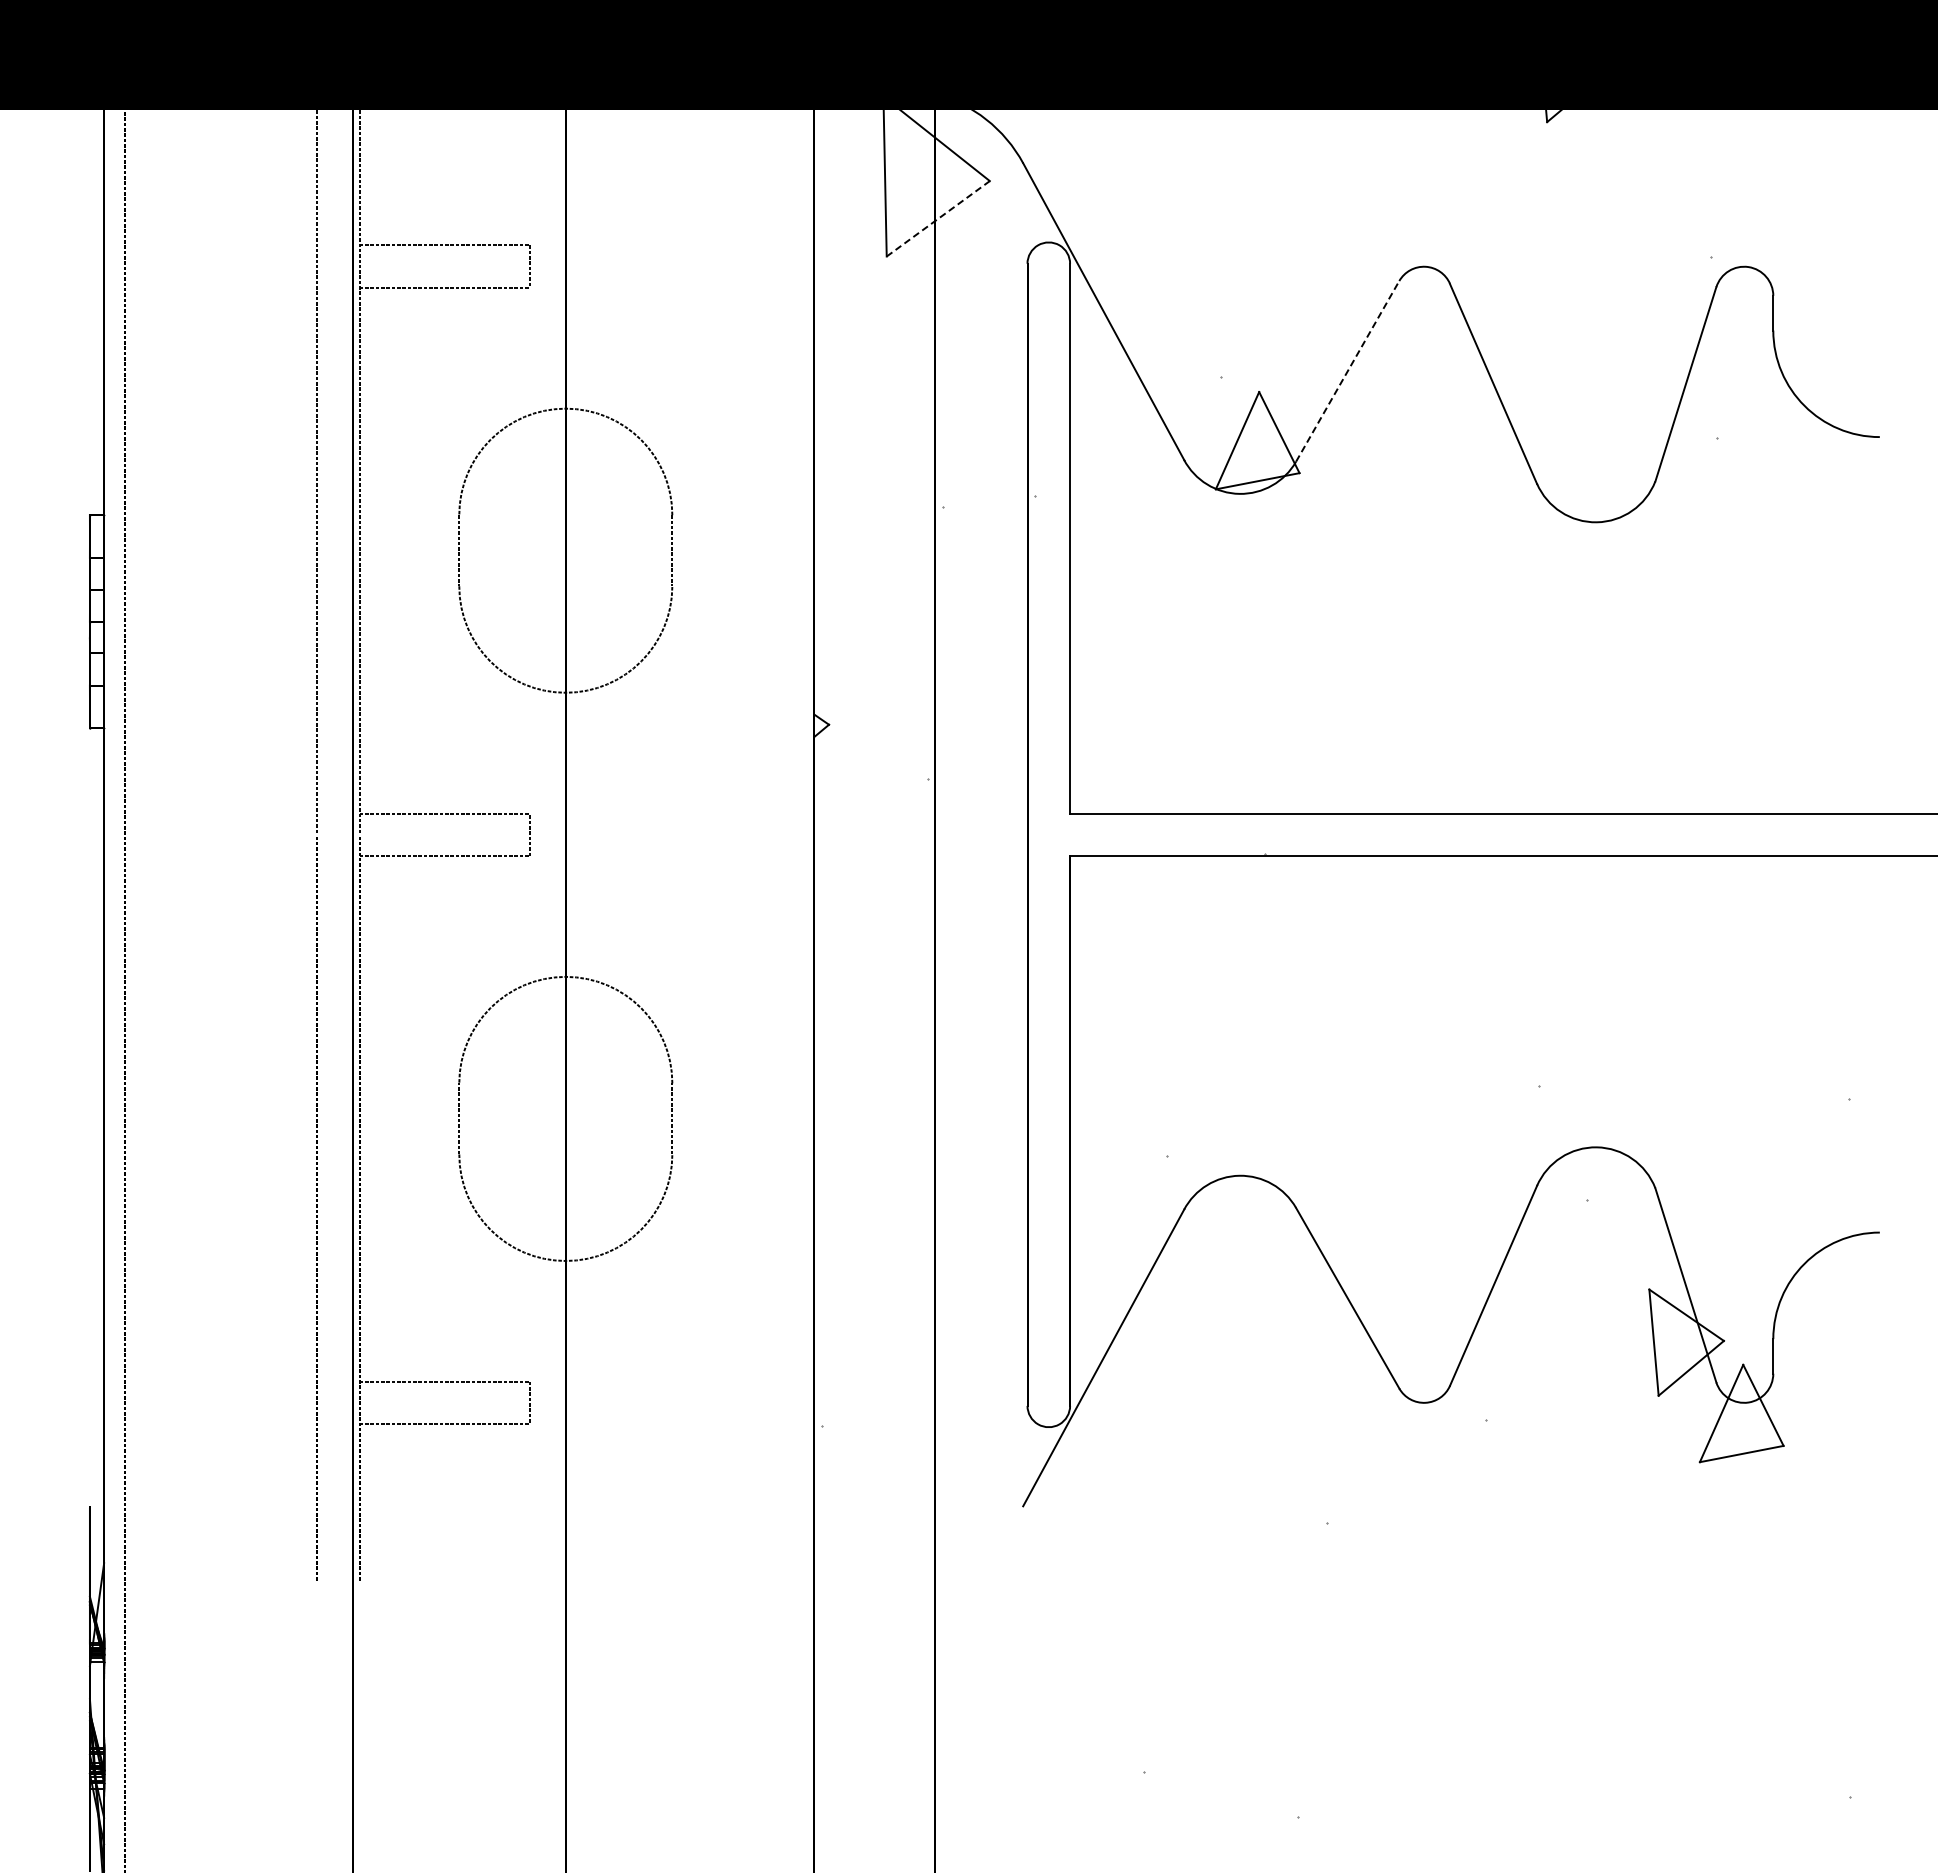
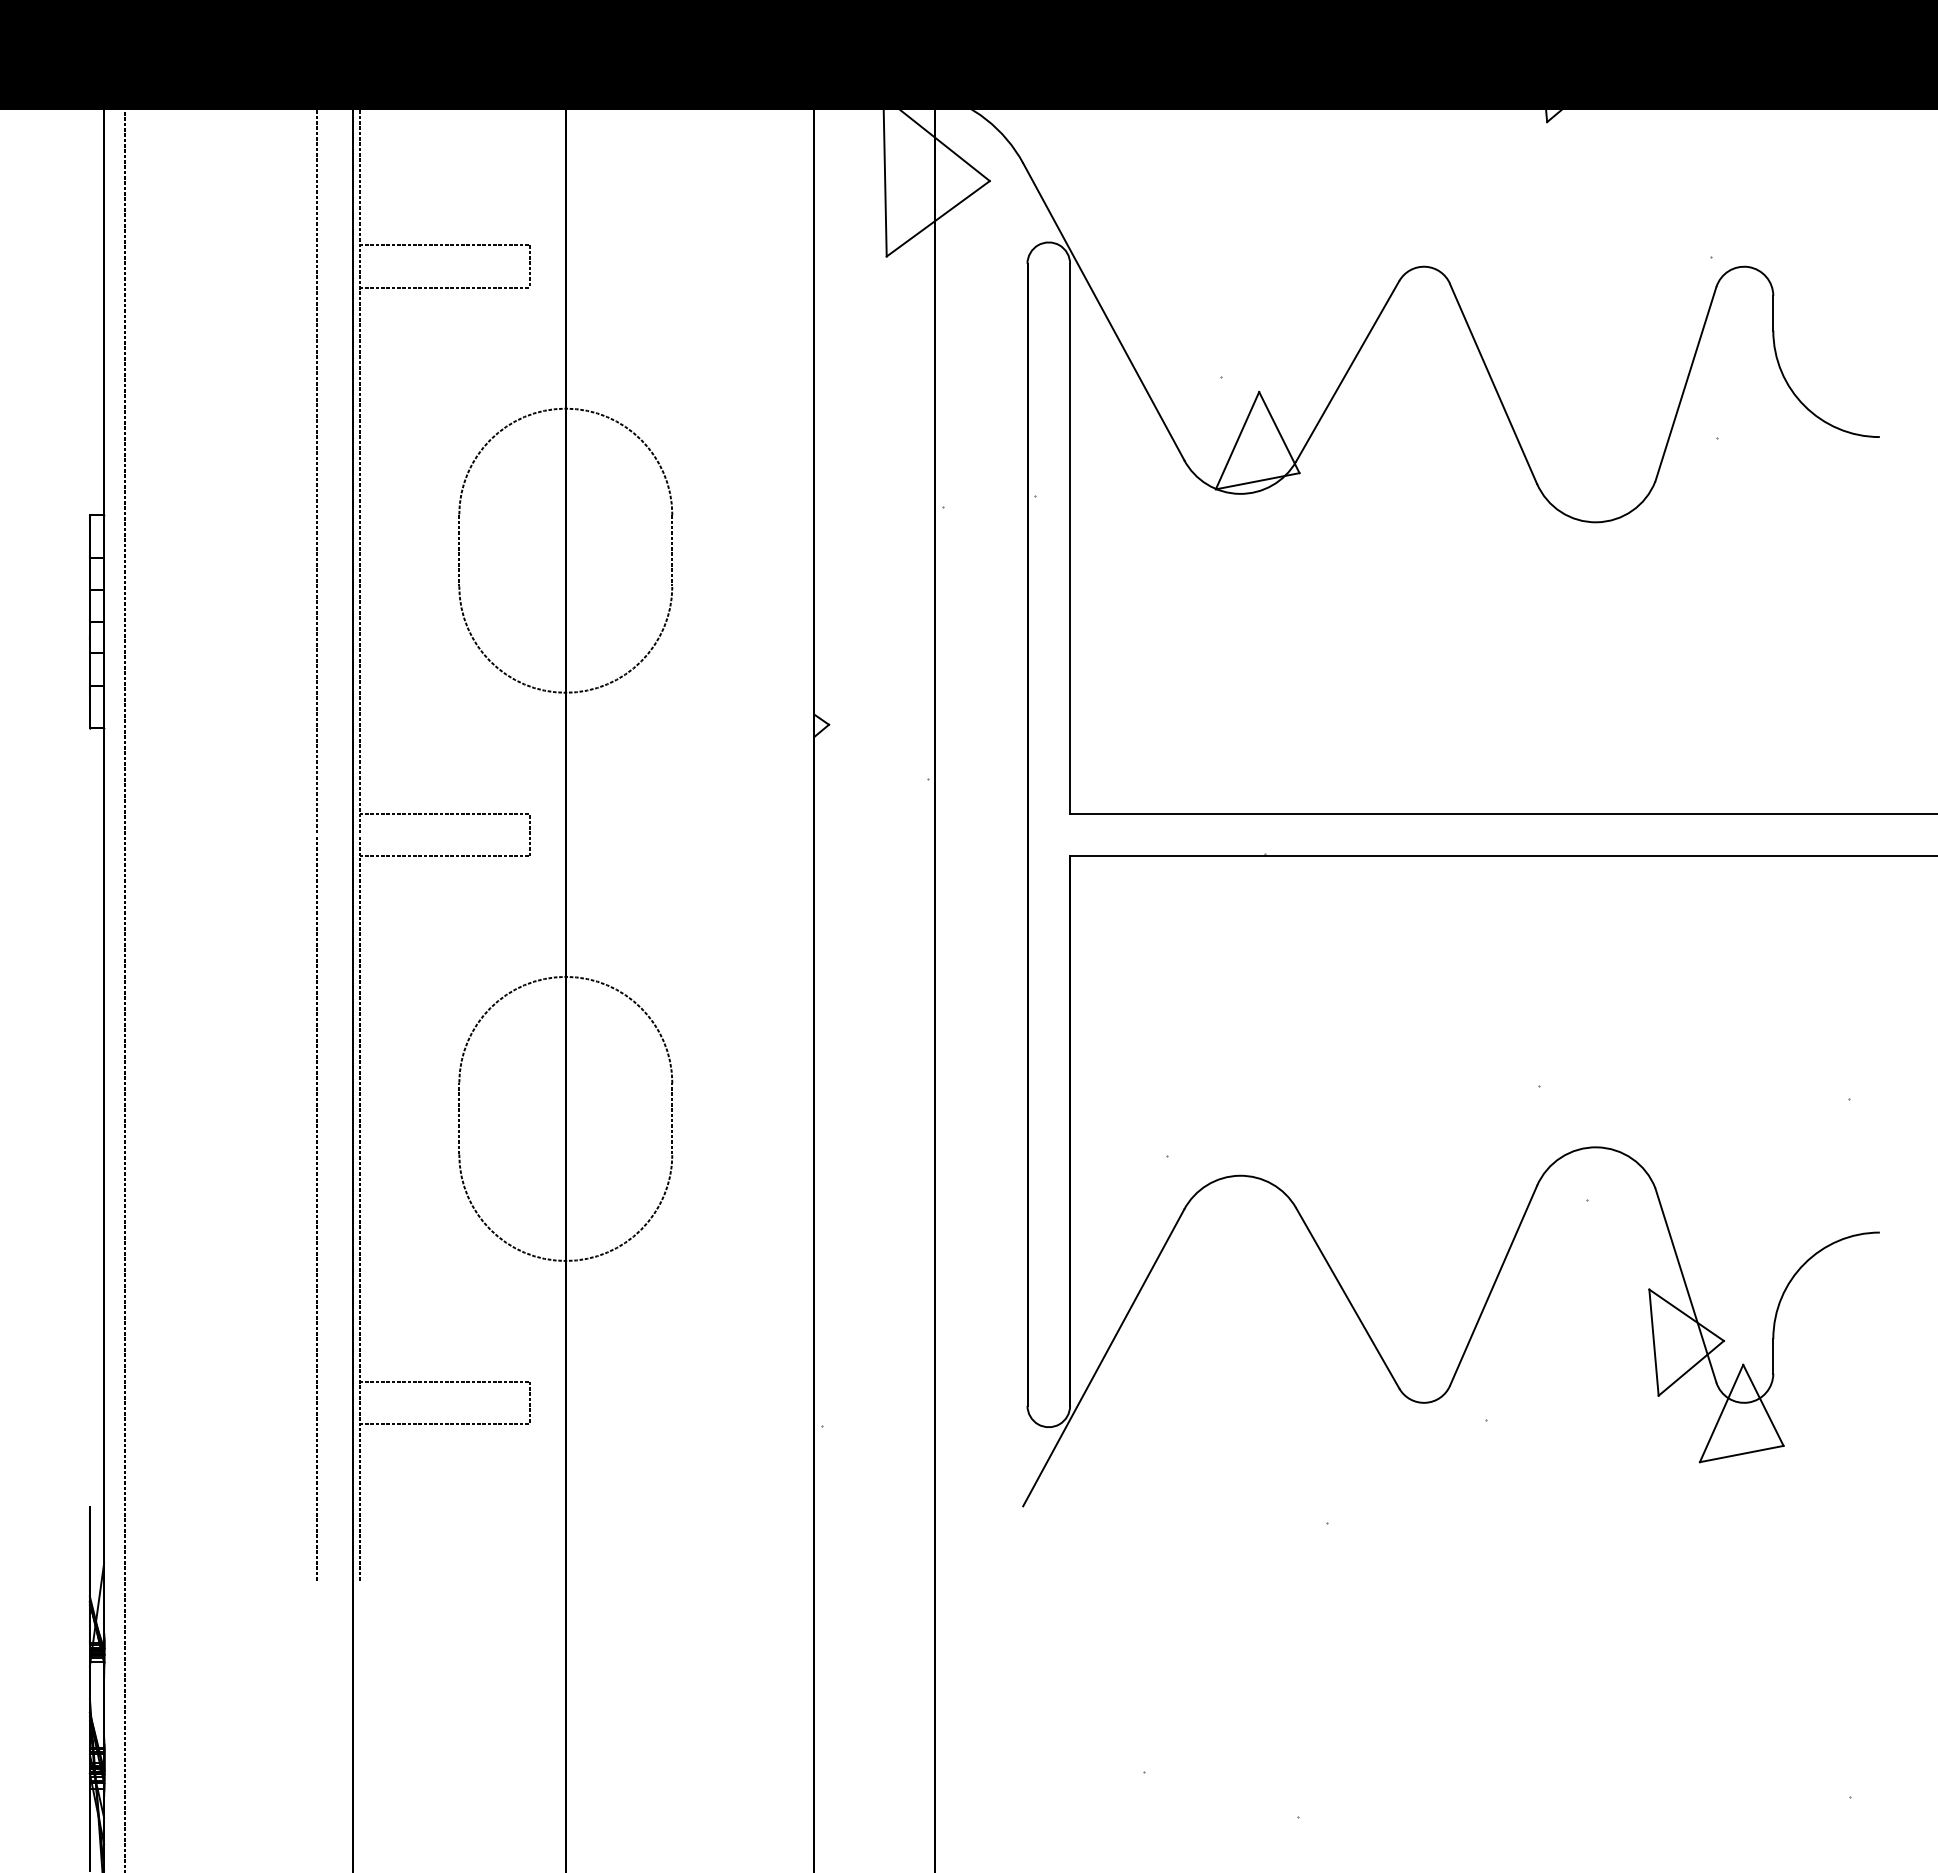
line at (938, 218): dashed -> solid
line at (1347, 371): dashed -> solid
